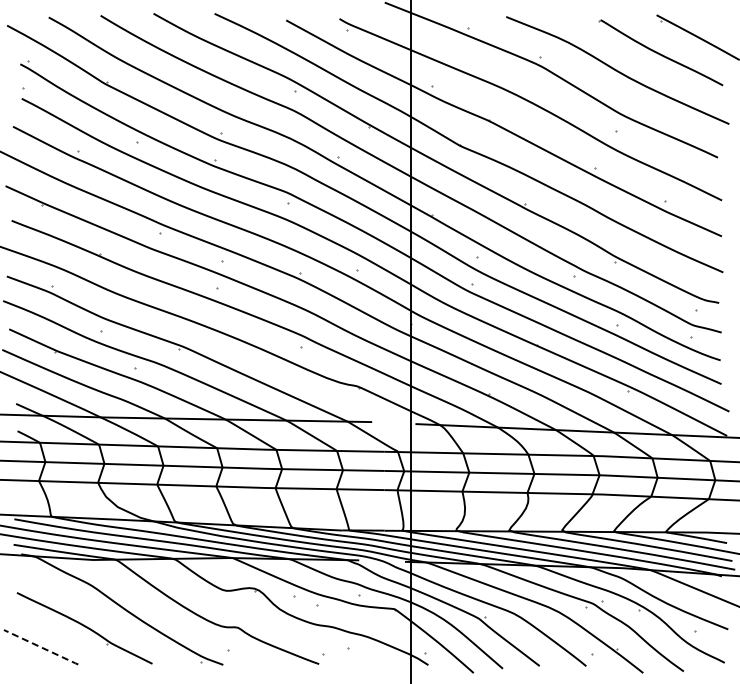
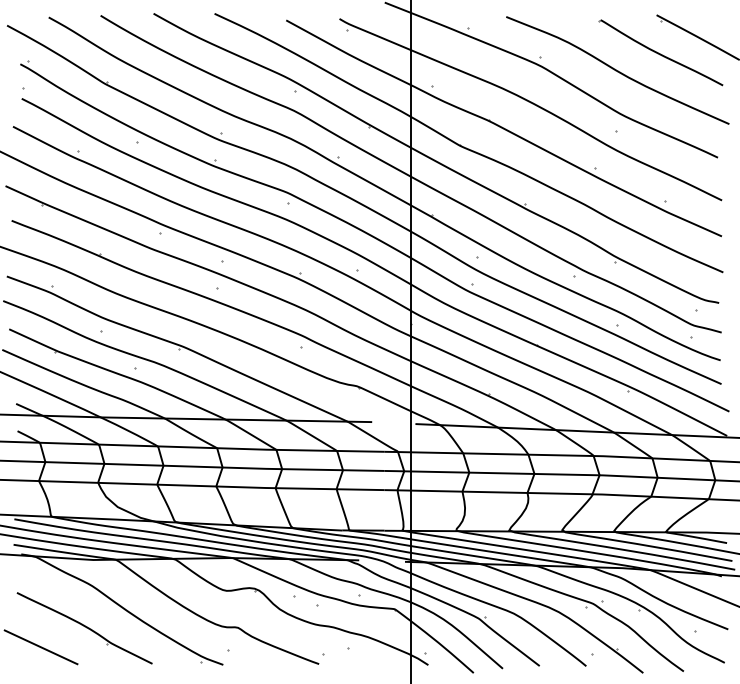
line at (41, 647): dashed -> solid
